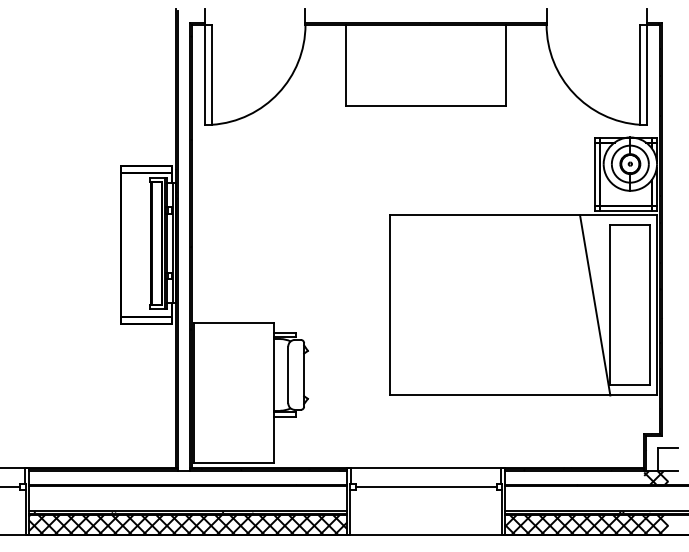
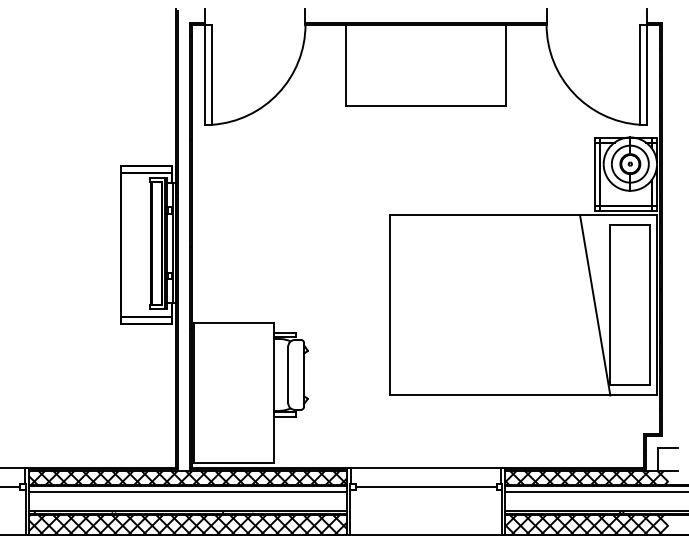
hatch at (187, 477): none -> present
hatch at (574, 477): none -> present
line at (187, 492): none -> present
line at (594, 492): none -> present
